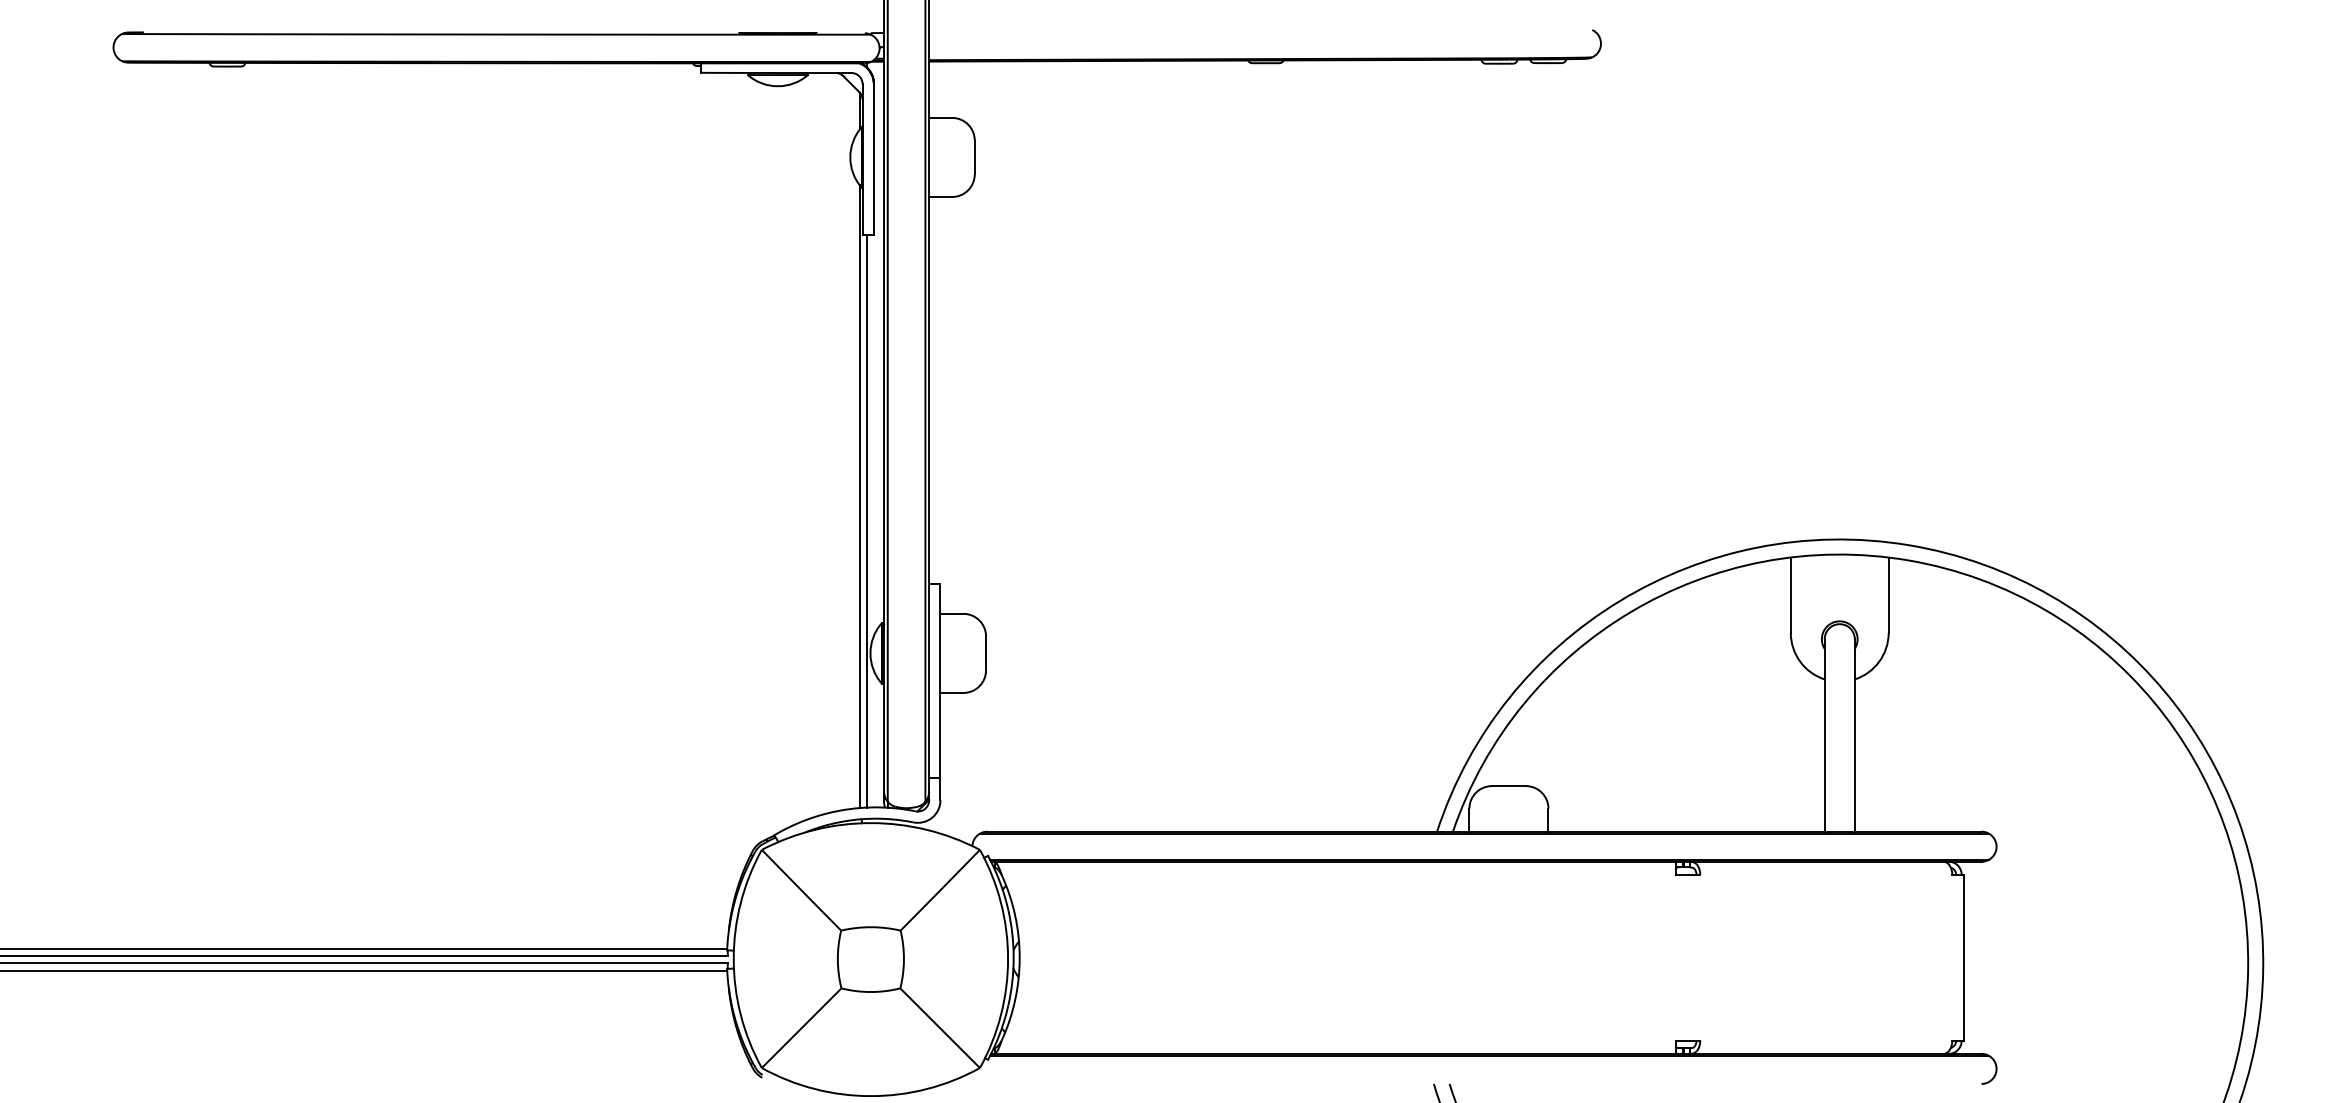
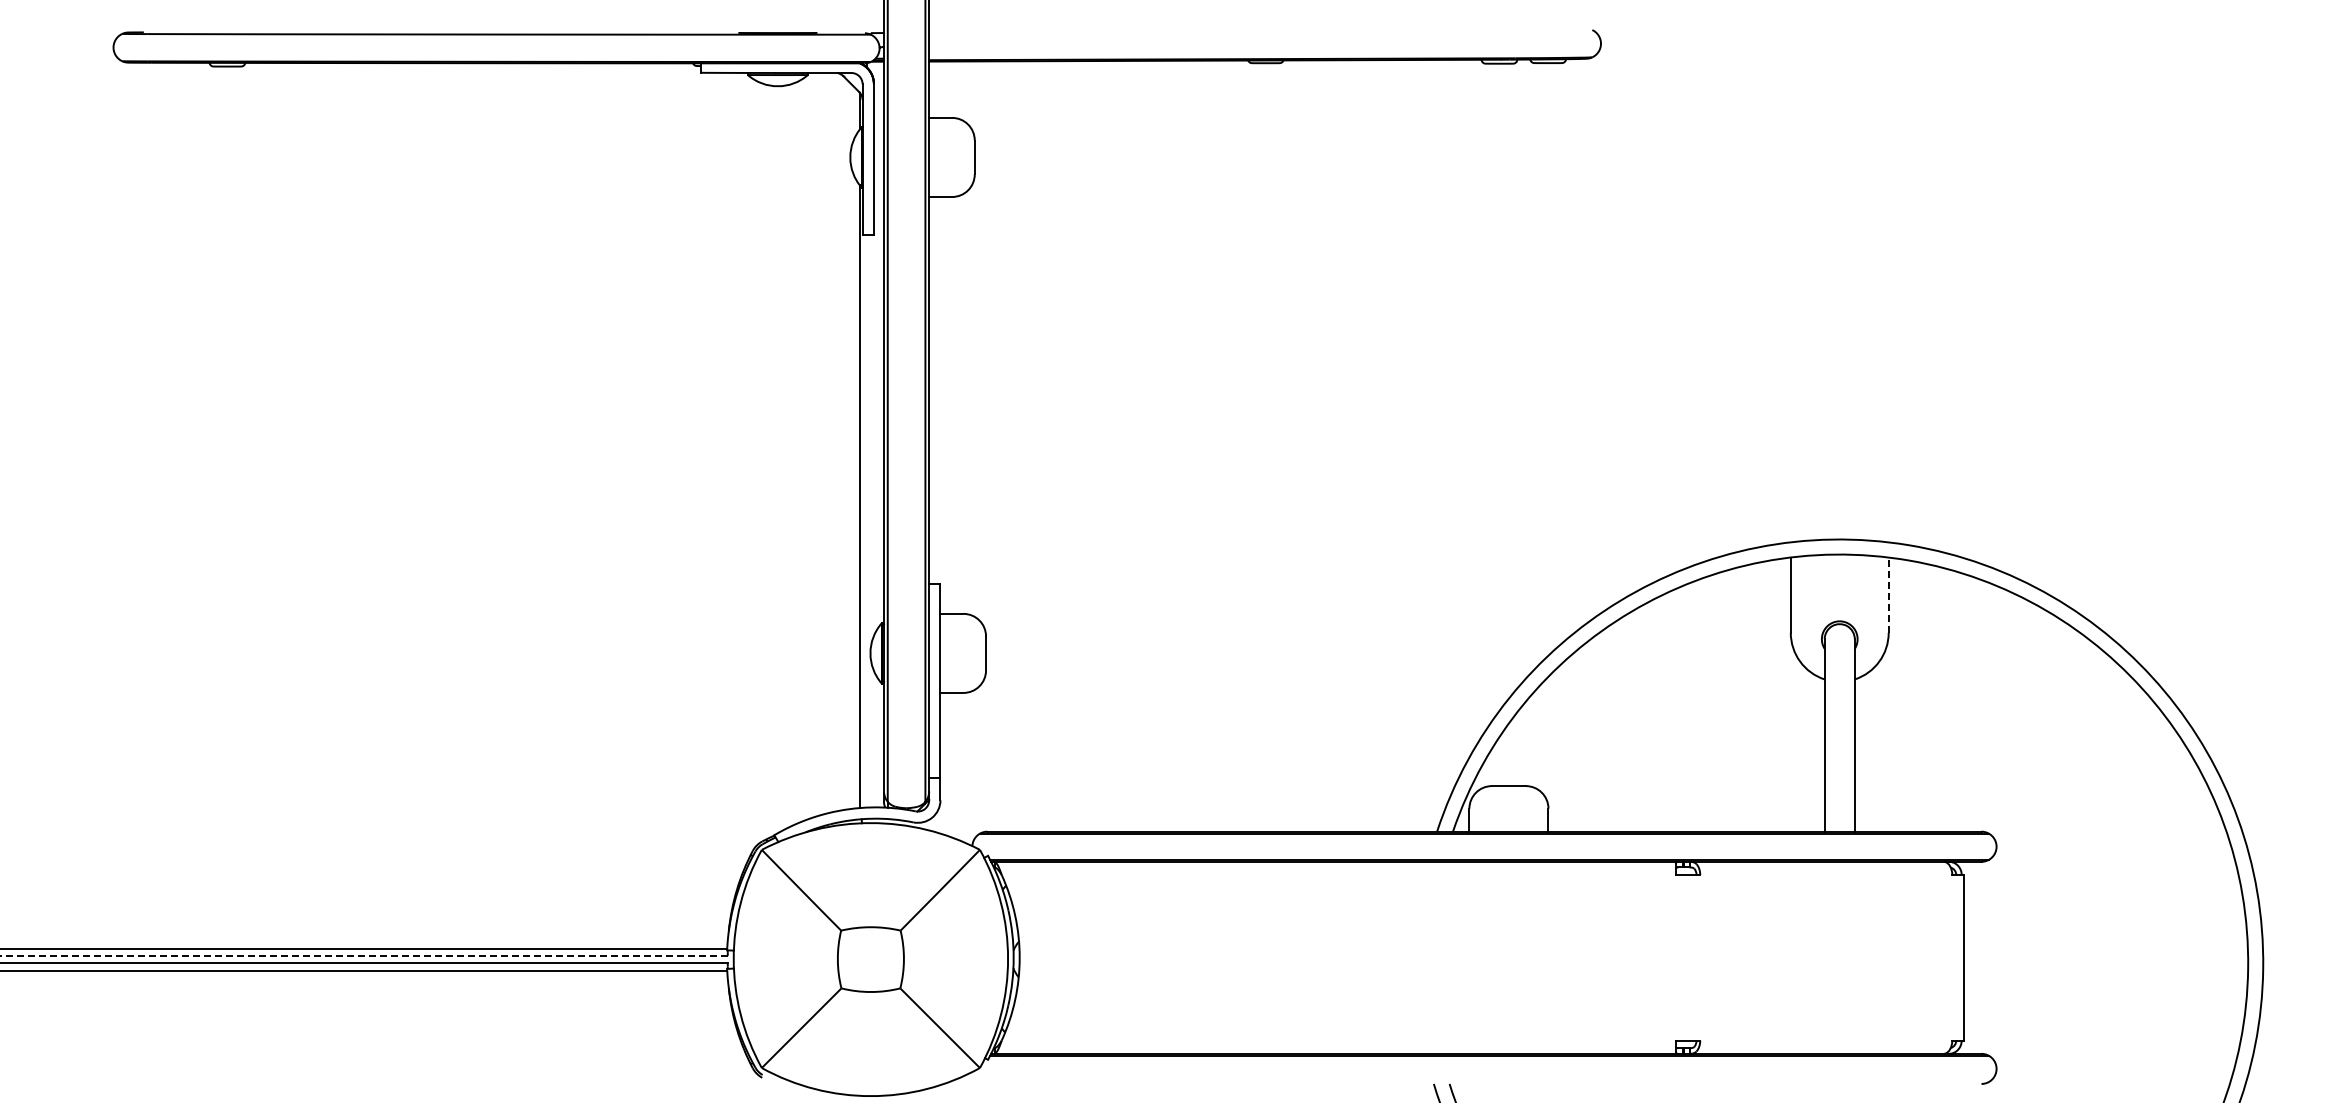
line at (867, 520): present -> none
line at (1888, 595): solid -> dashed
line at (363, 955): solid -> dashed
